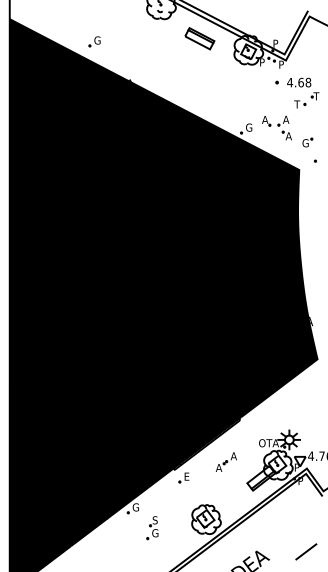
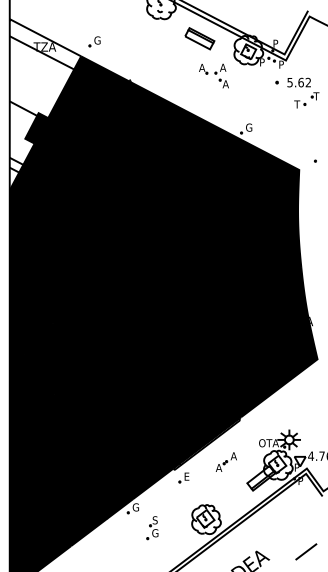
text at (299, 82): 4.68 -> 5.62
fill at (45, 104): present -> none
part at (276, 127) position: (276, 127) -> (213, 75)
part at (307, 142): present -> none
